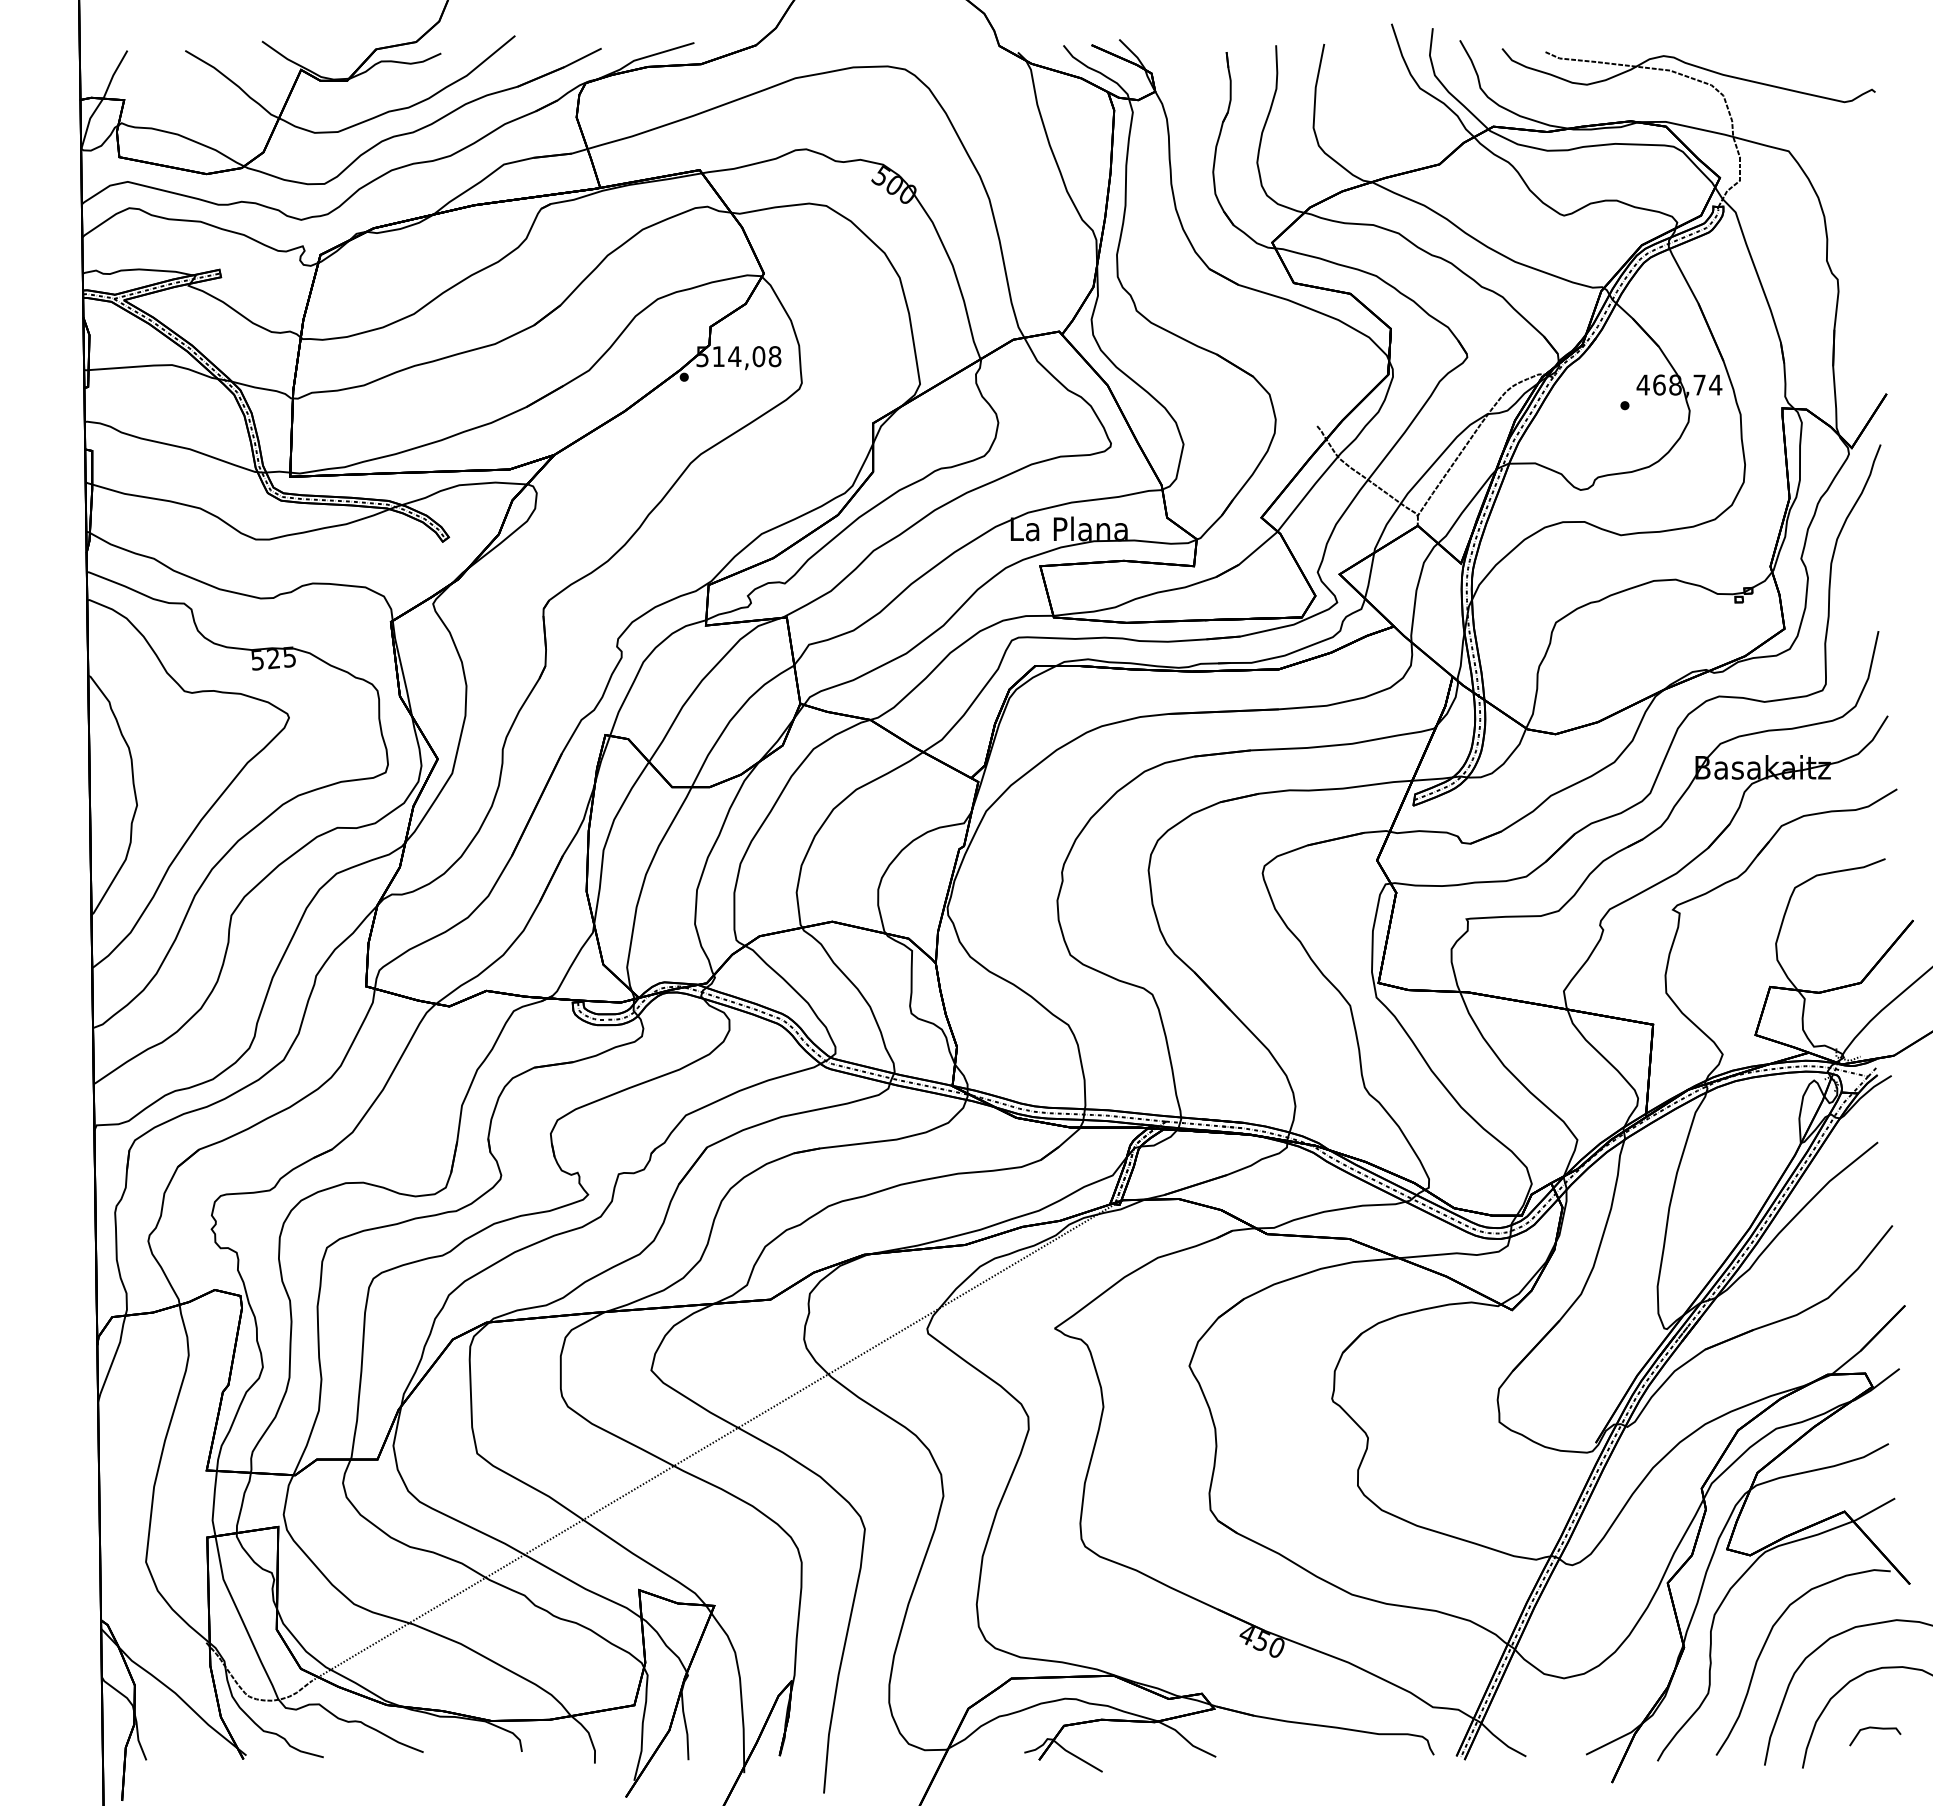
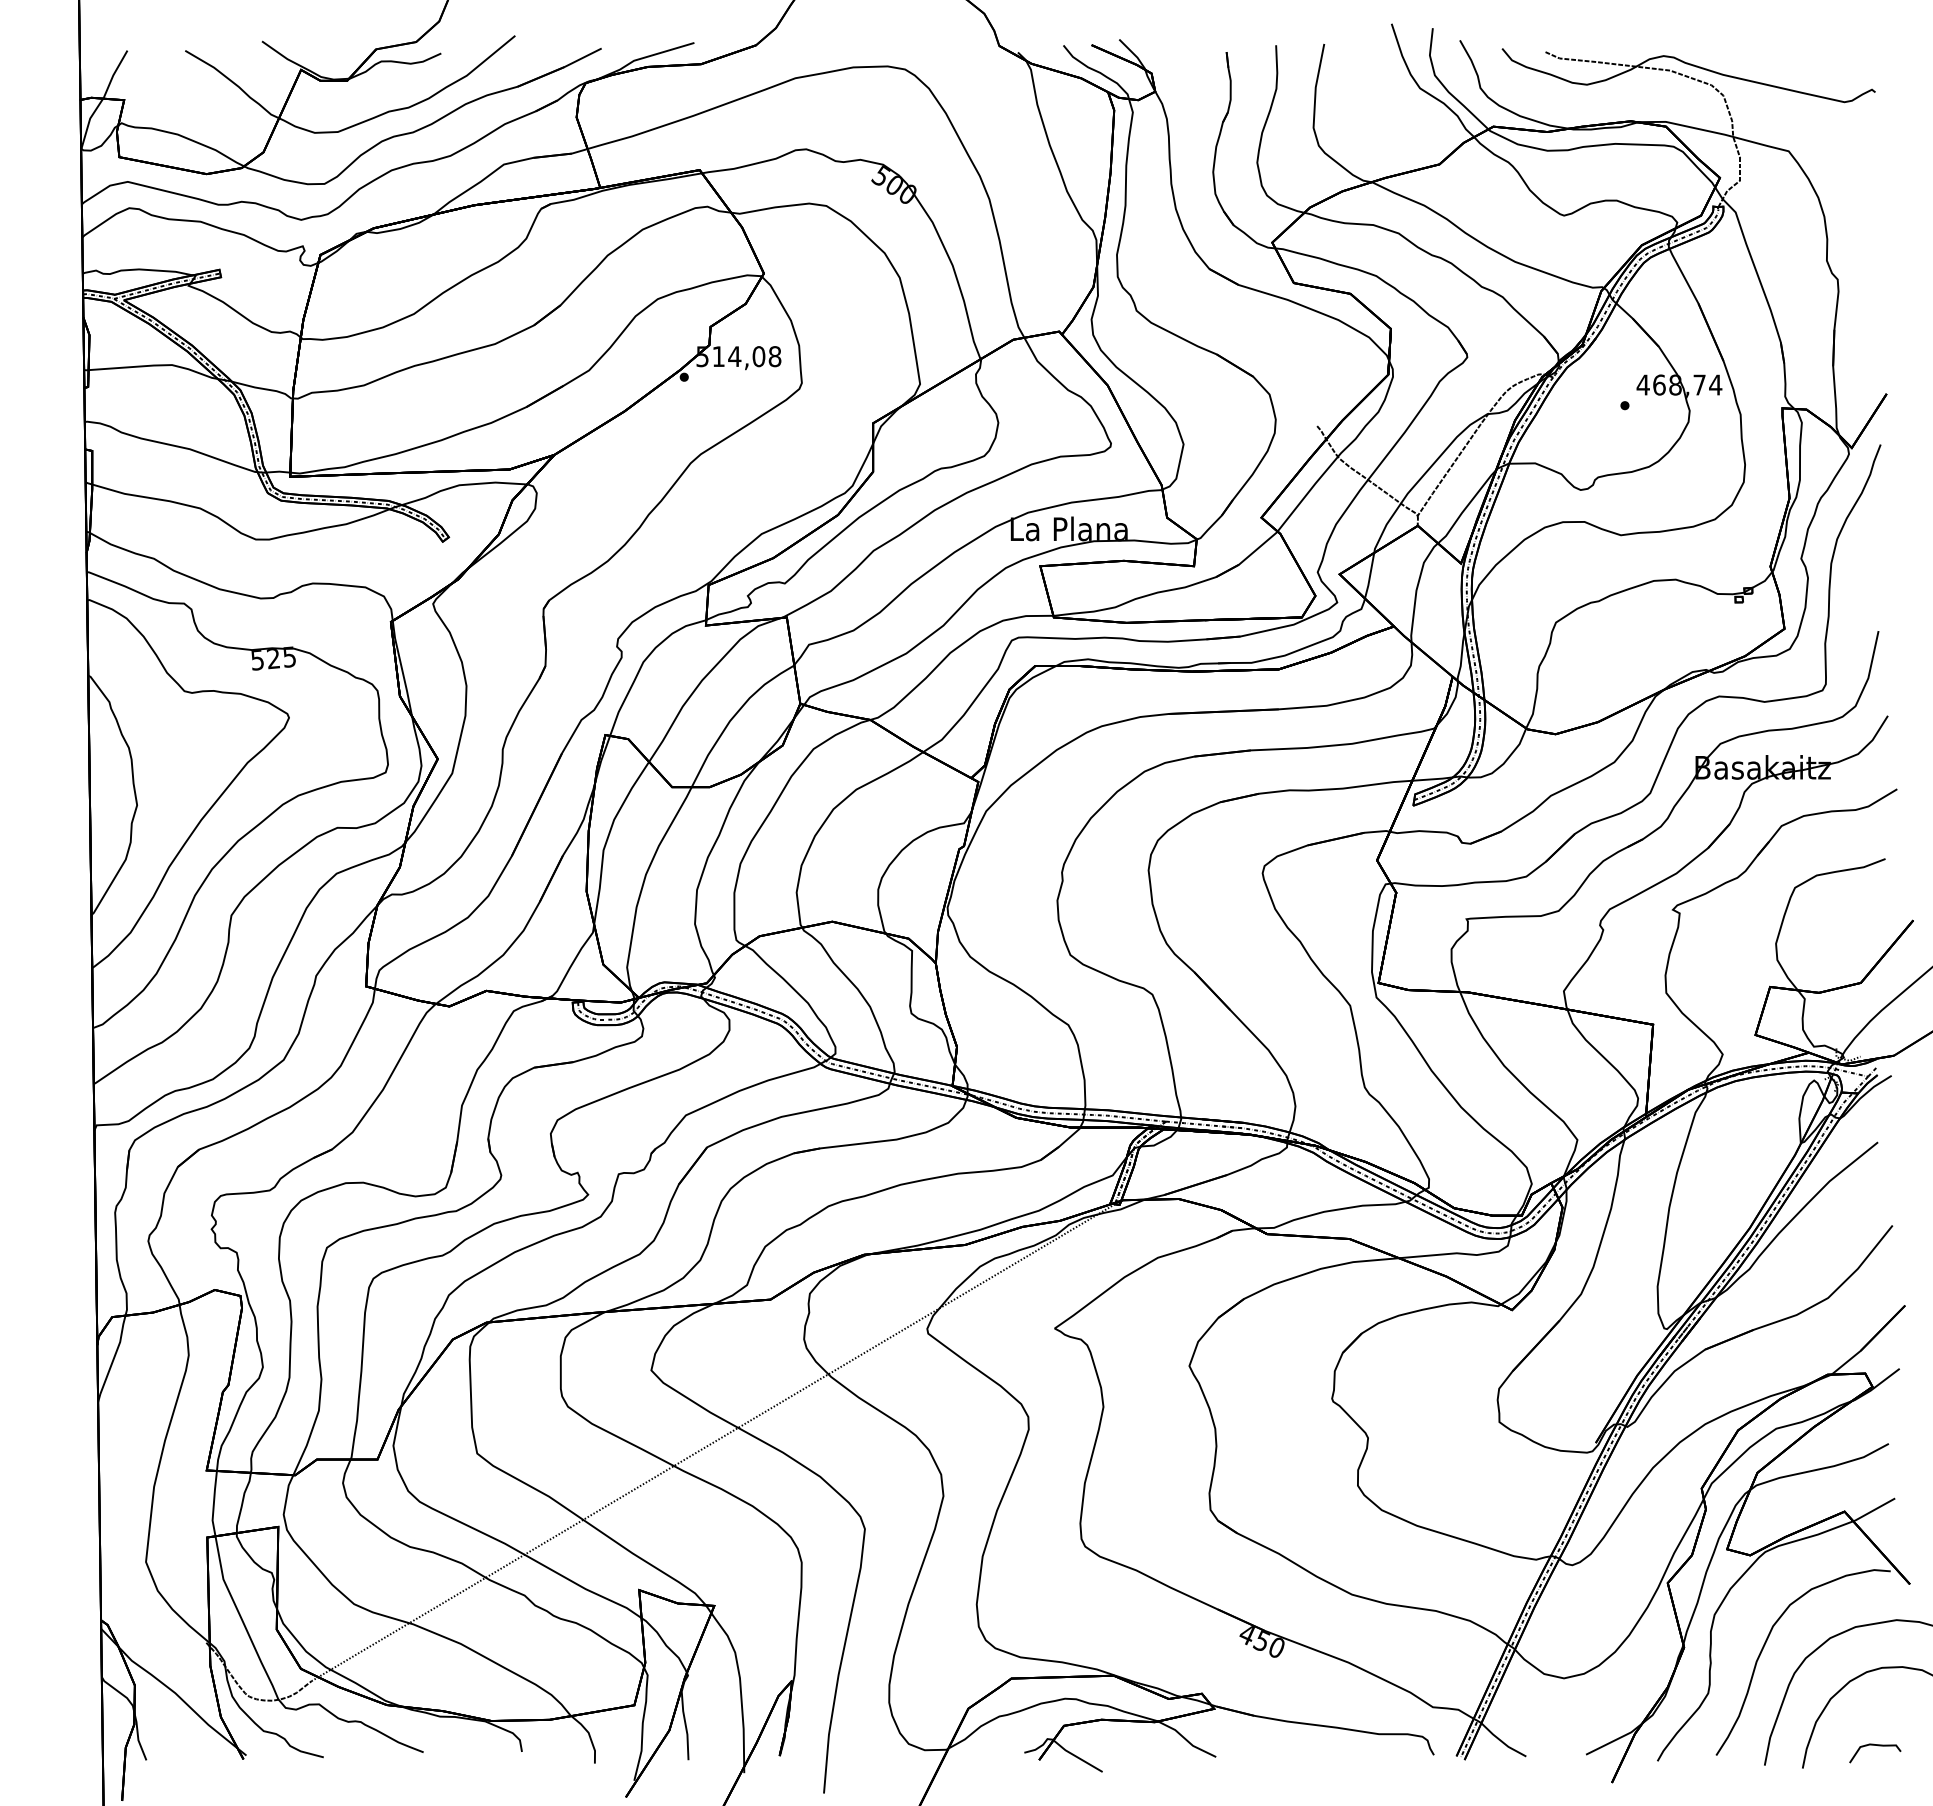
curve at (1878, 1729) position: (1878, 1729) -> (1878, 1746)
